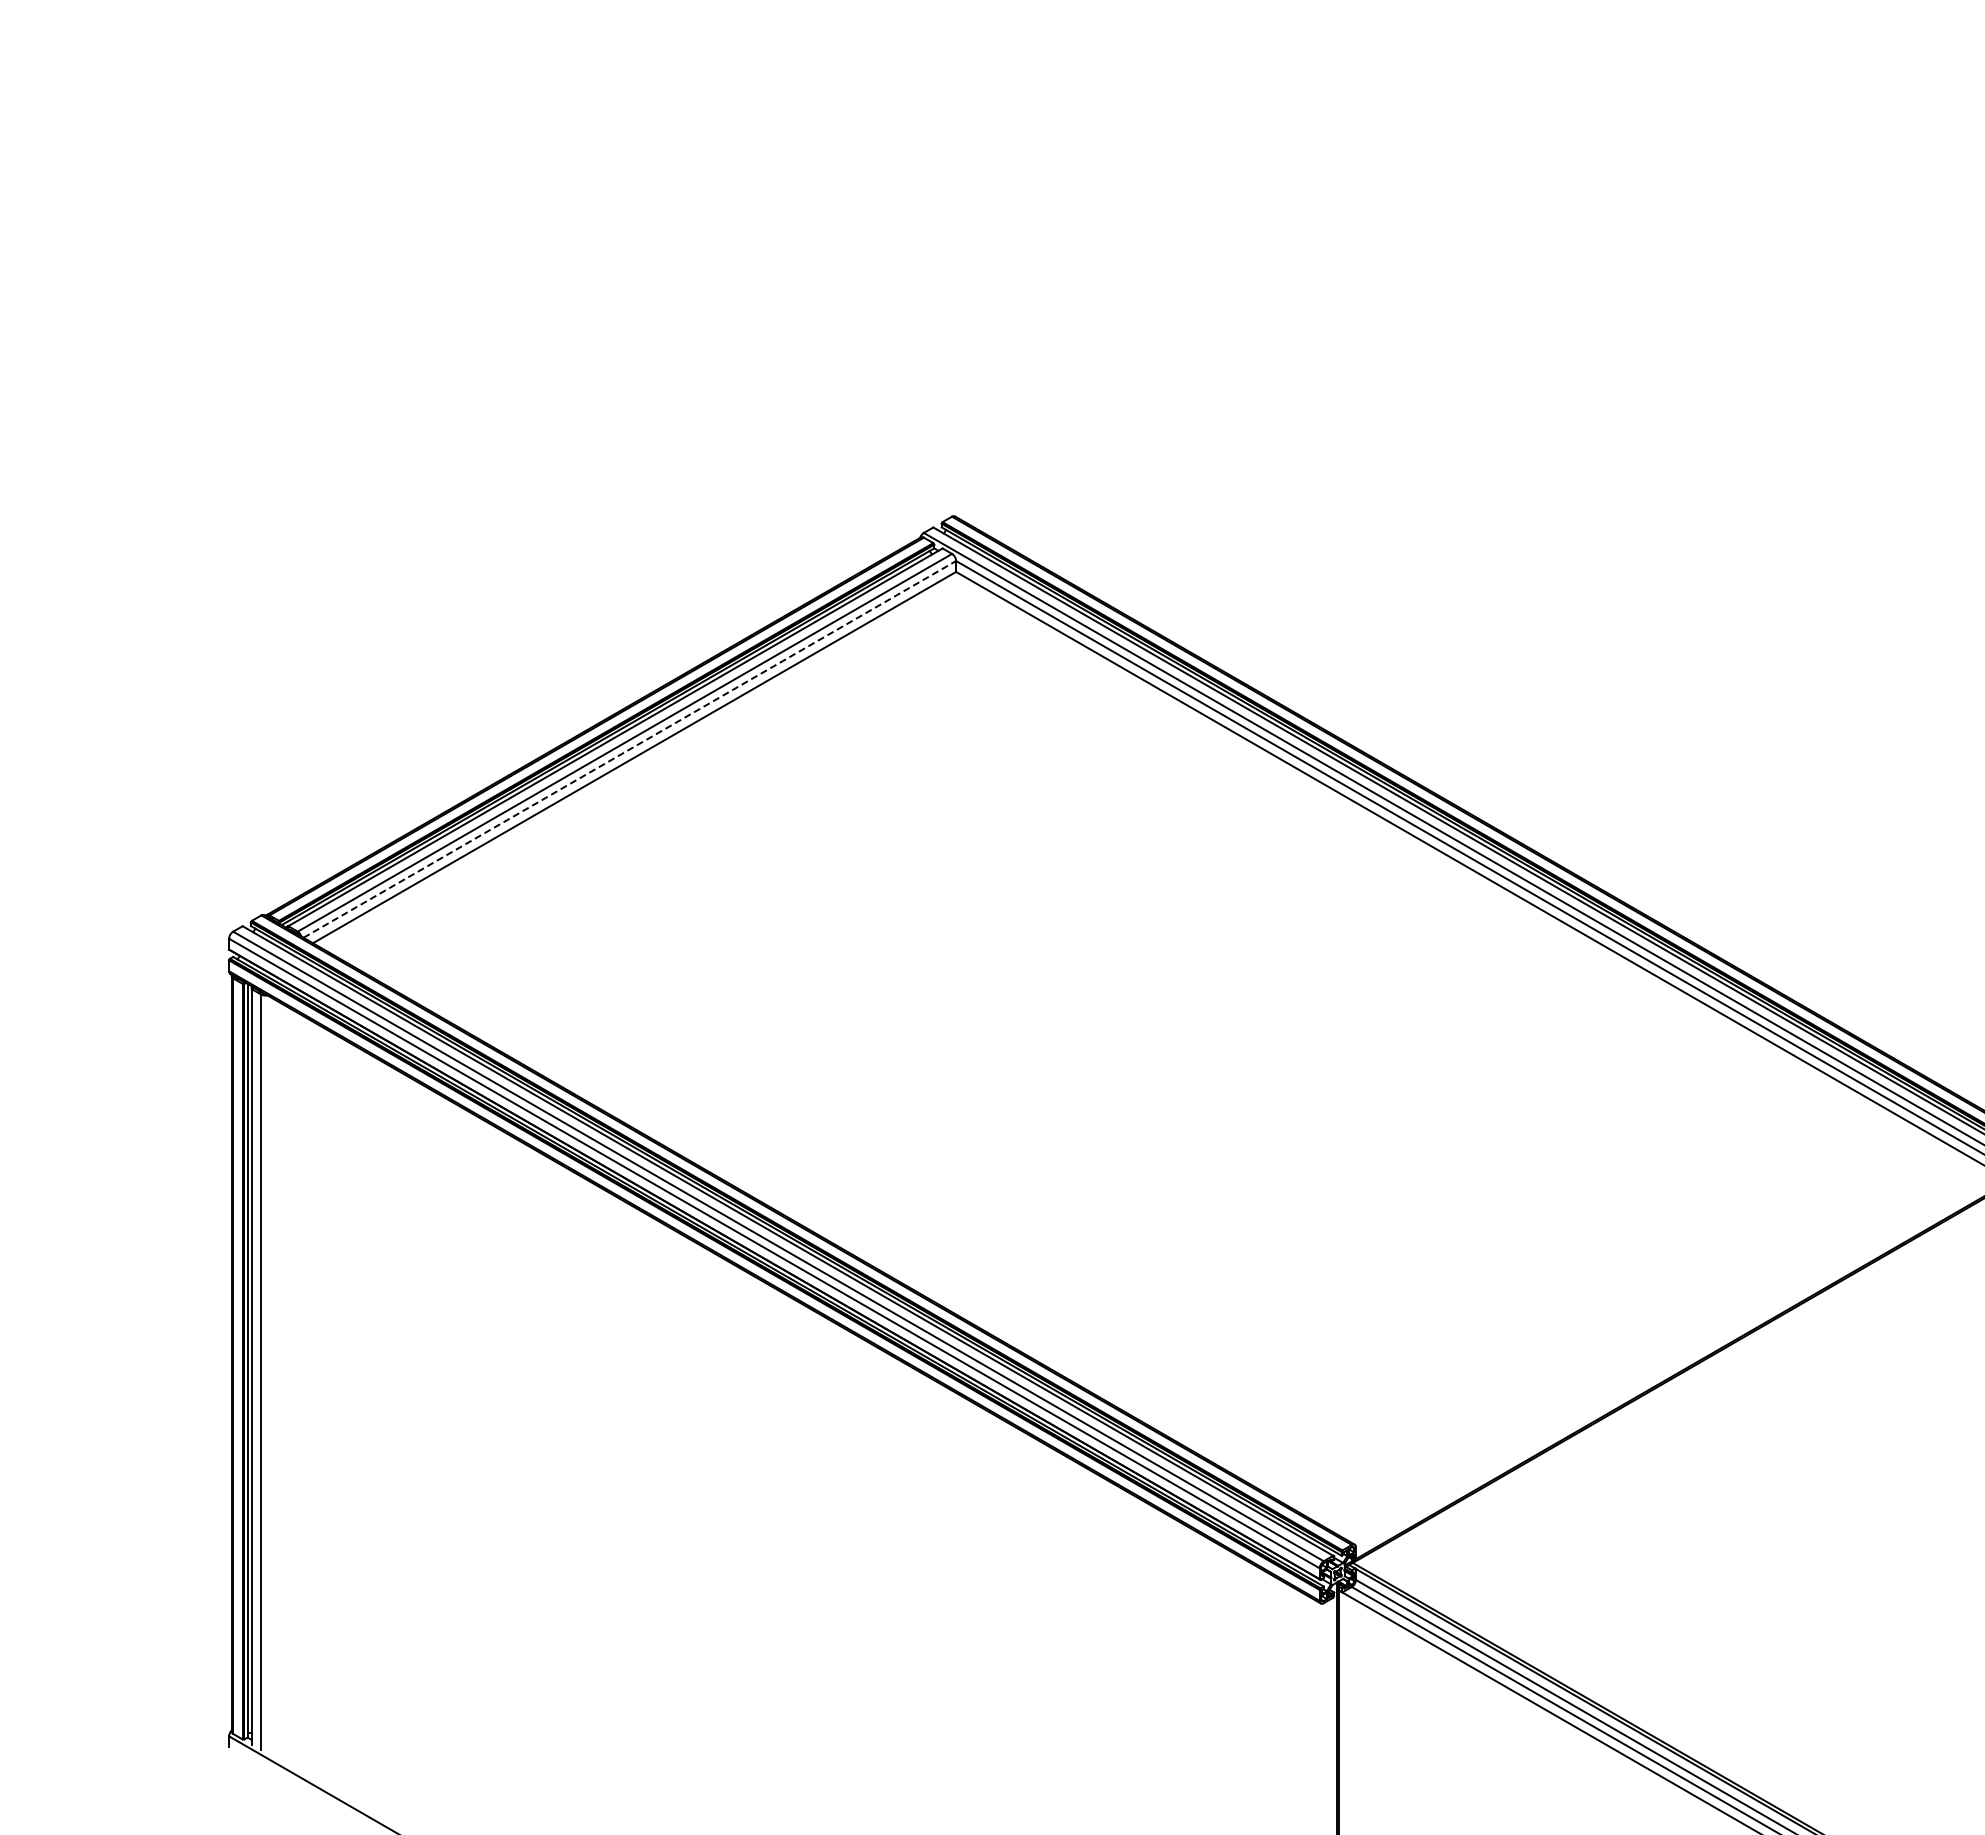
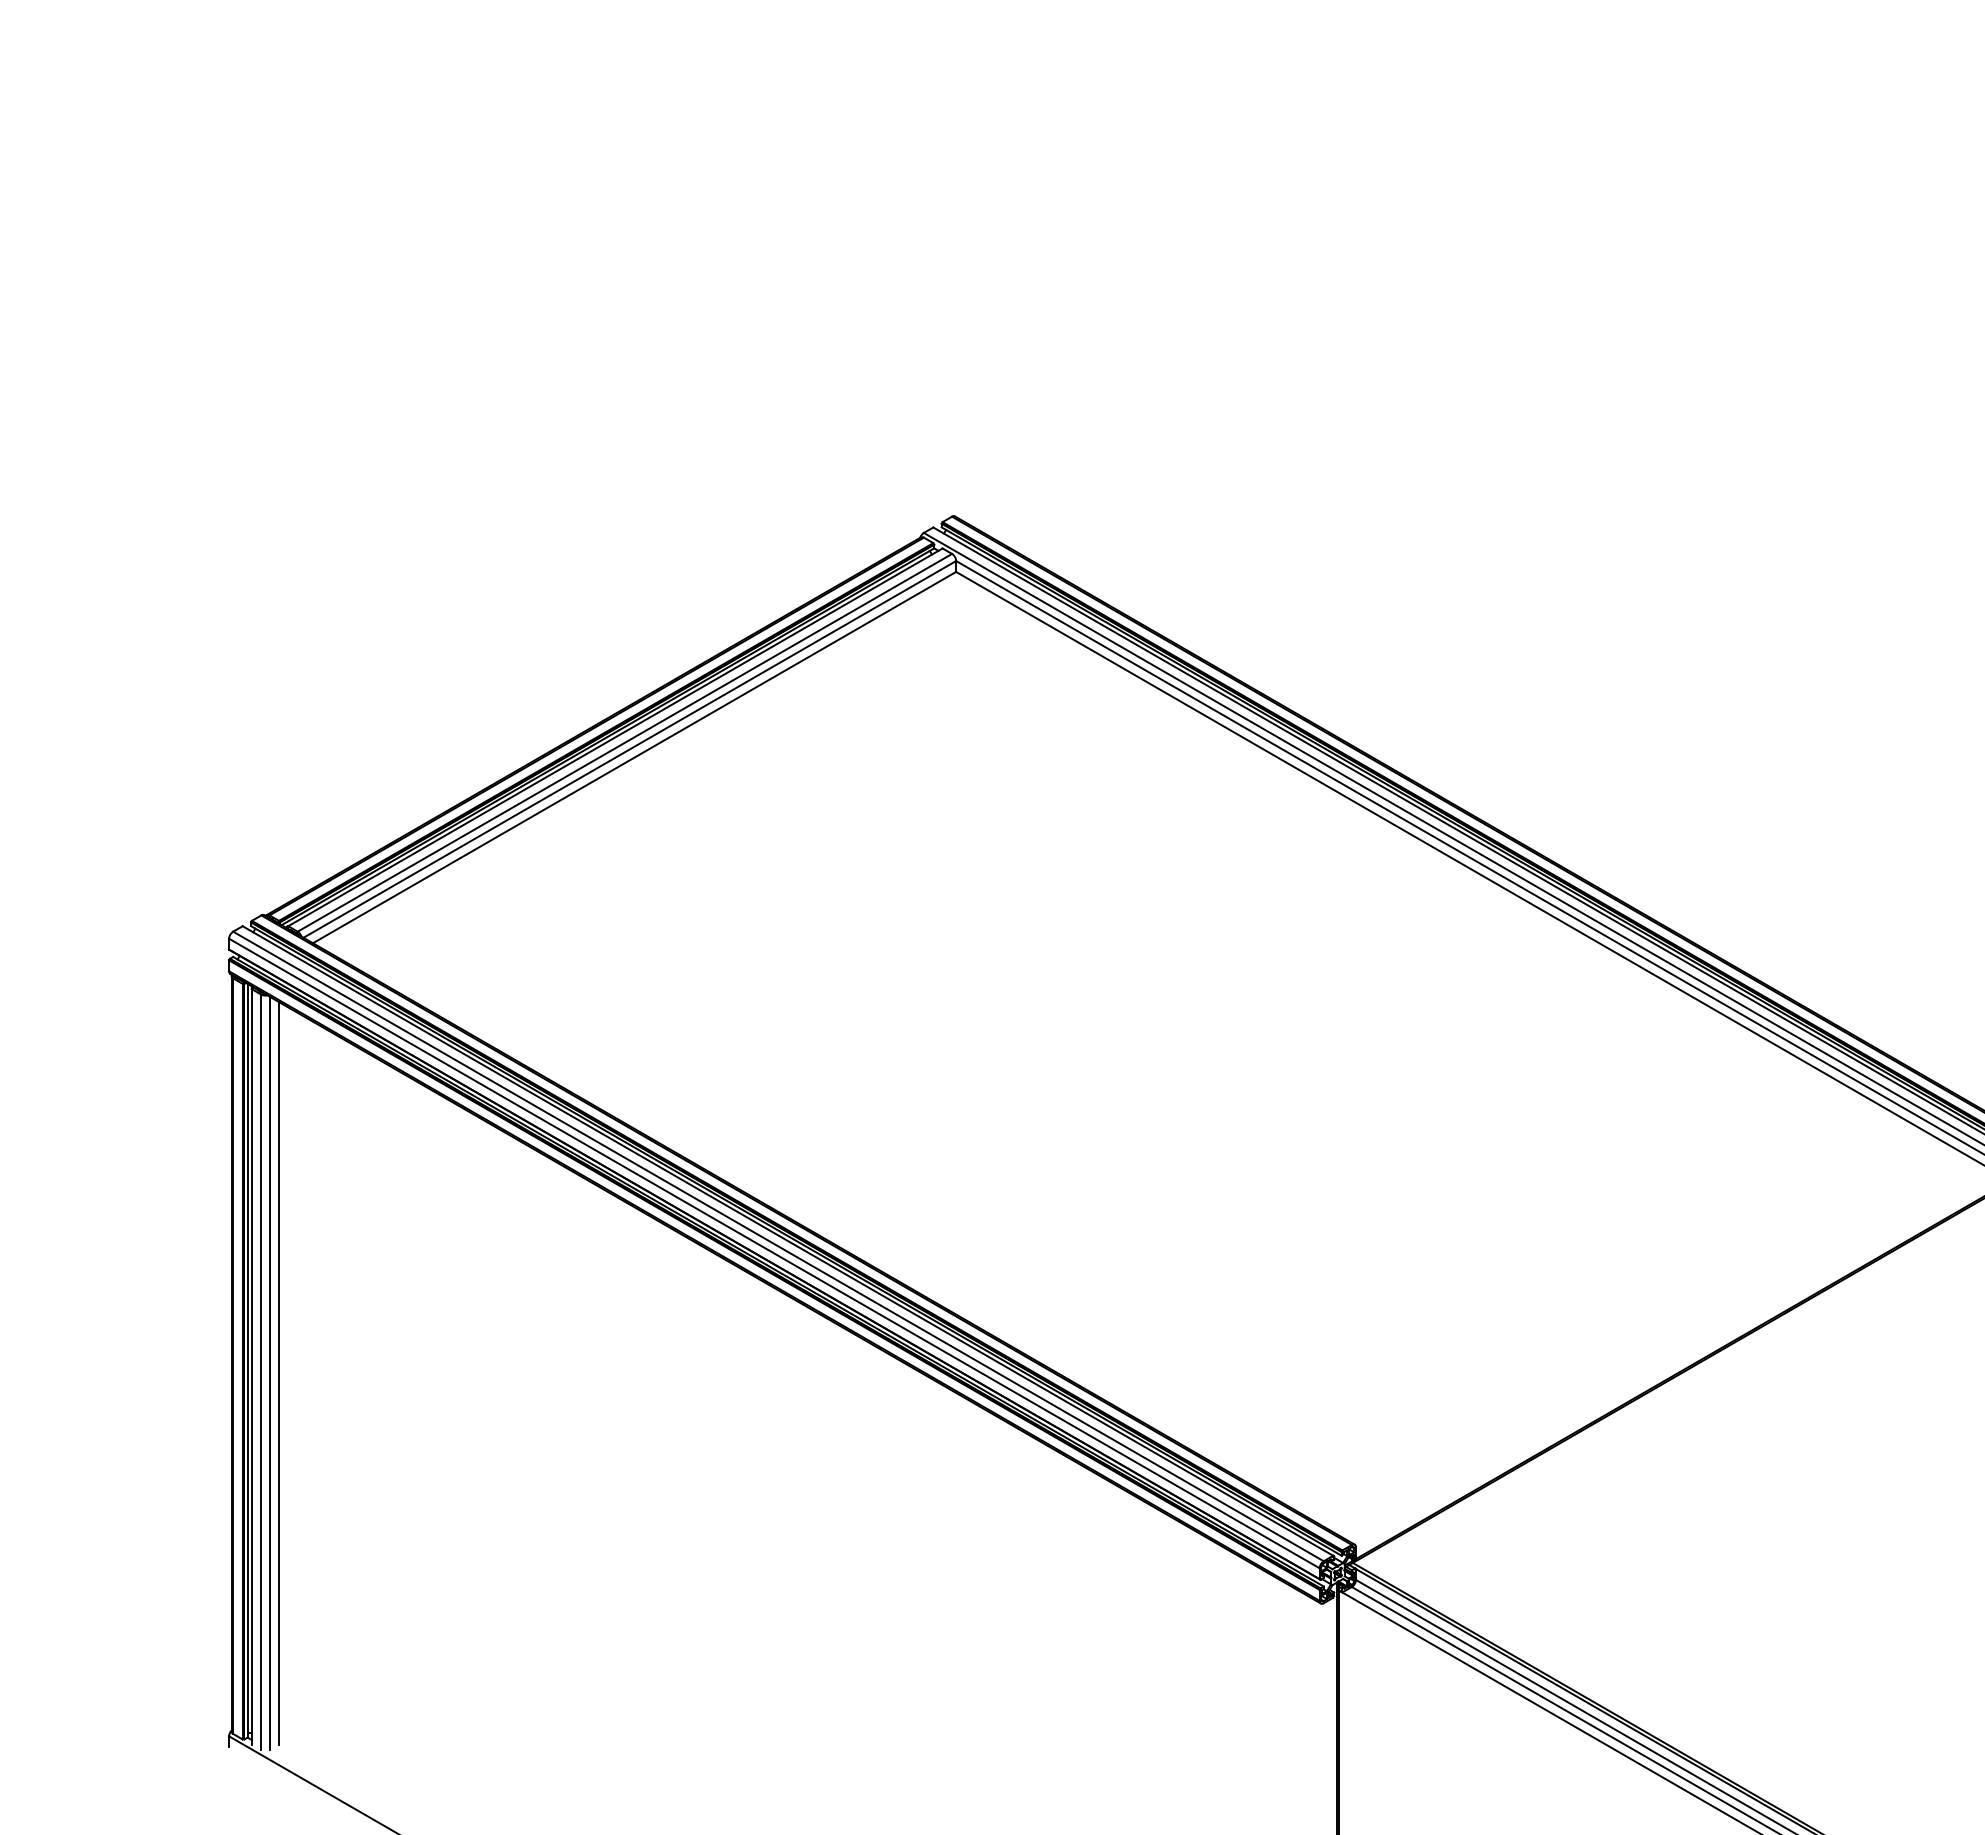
line at (629, 749): dashed -> solid
line at (269, 1373): none -> present
line at (279, 1373): none -> present
